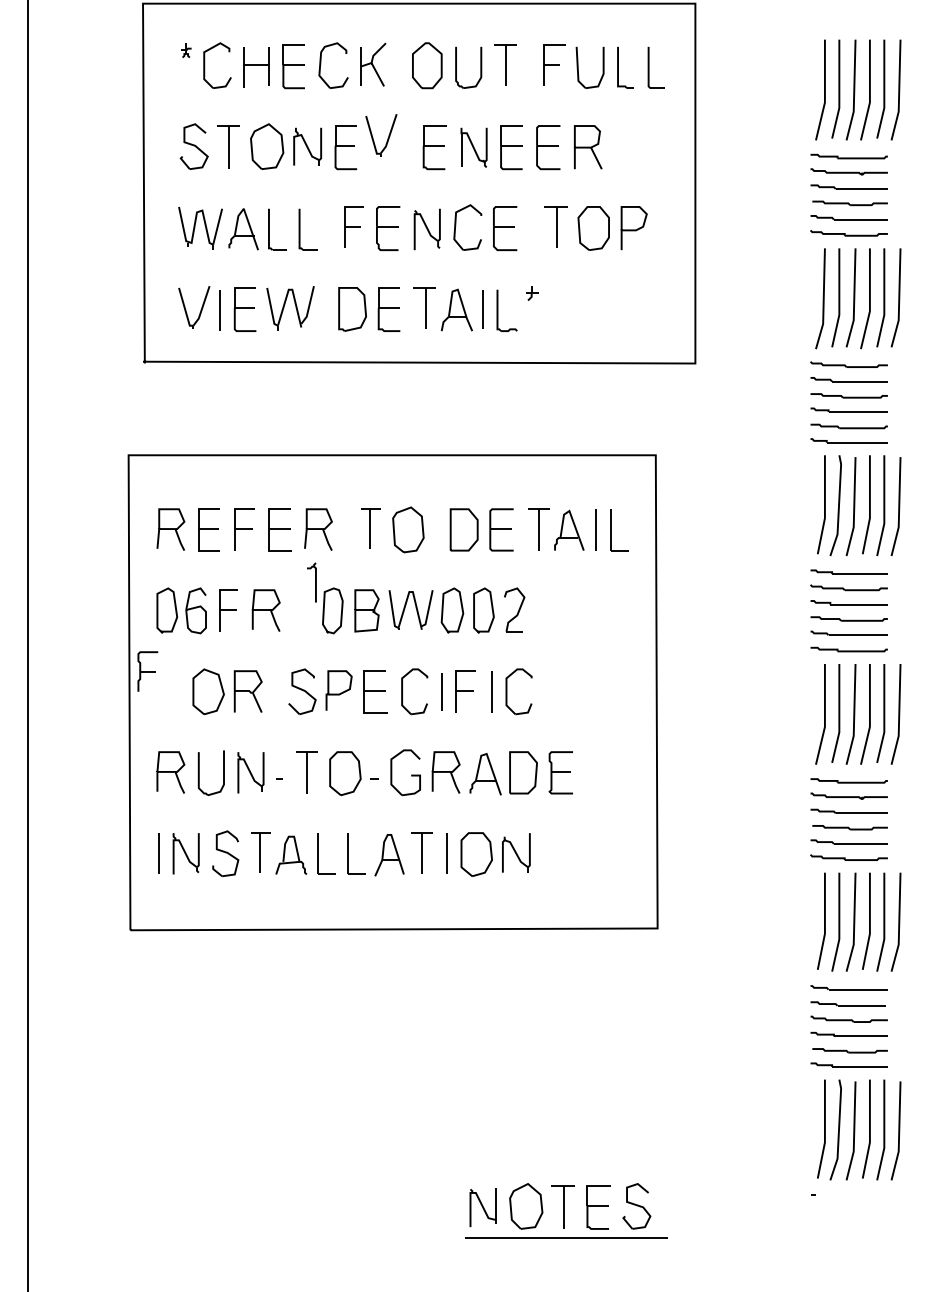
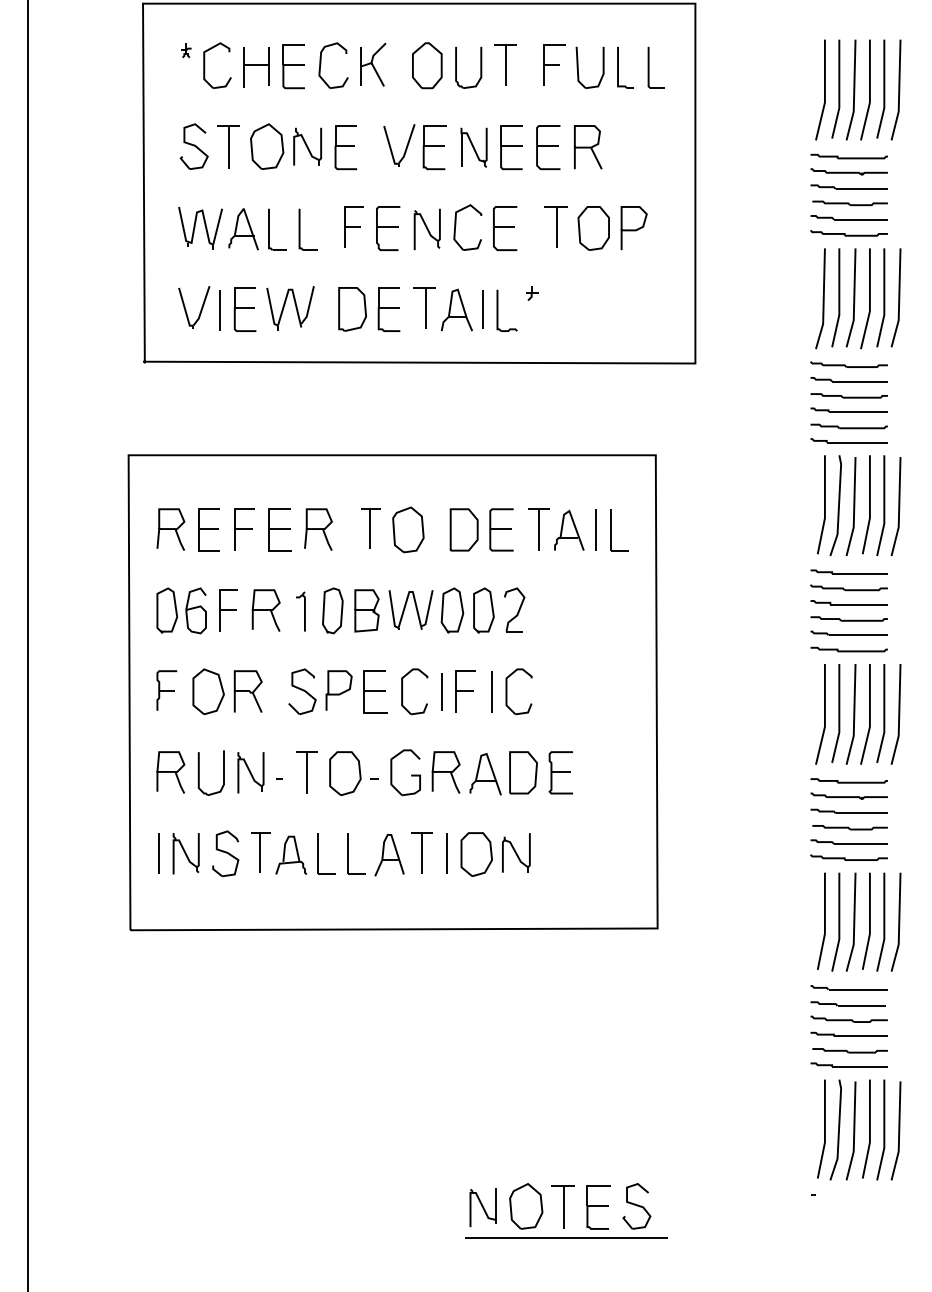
part at (387, 138) position: (387, 138) -> (405, 148)
part at (311, 582) position: (311, 582) -> (300, 611)
part at (147, 671) position: (147, 671) -> (166, 690)
